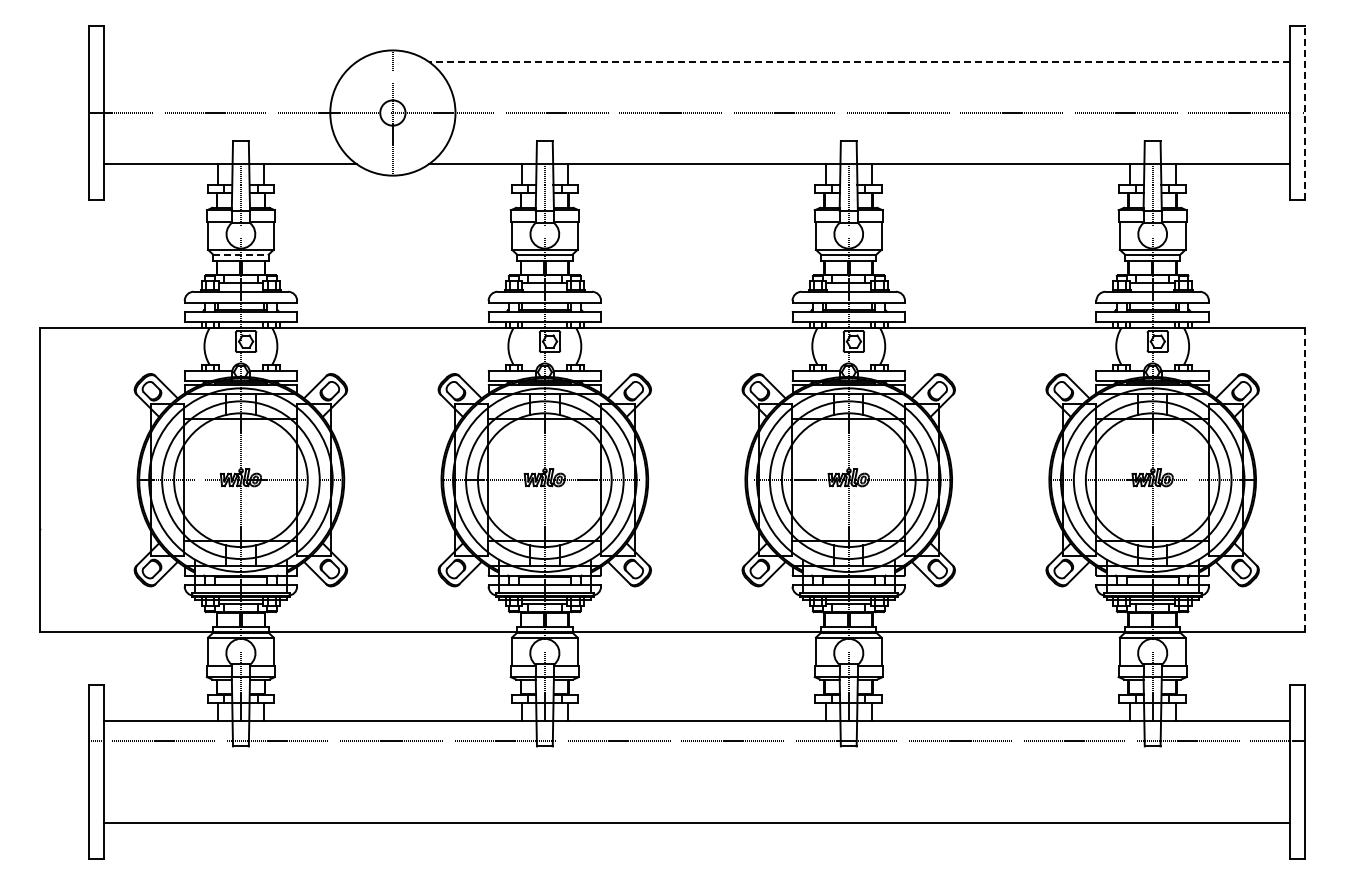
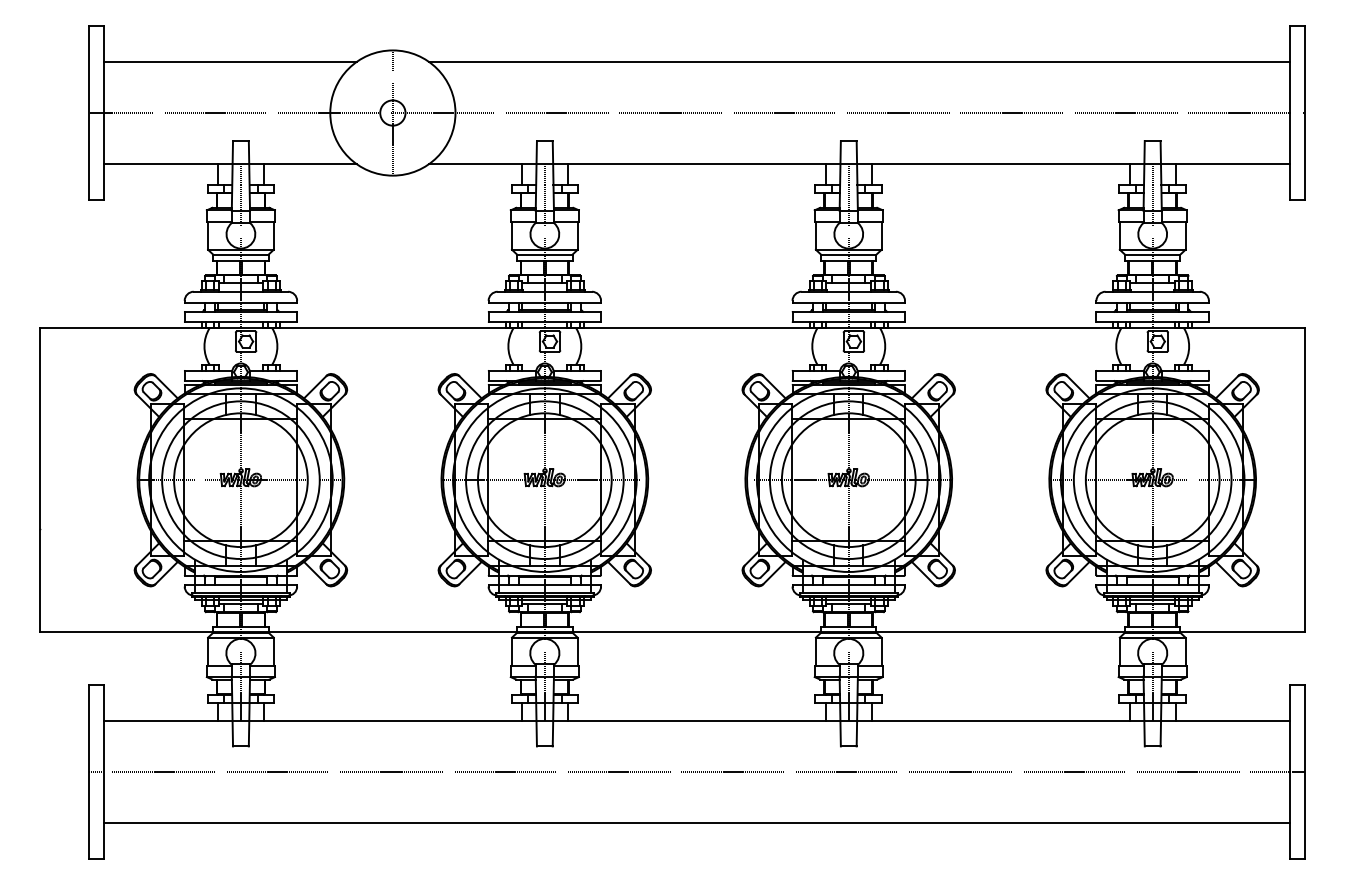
line at (229, 61): none -> present
line at (859, 61): dashed -> solid
line at (1304, 113): dashed -> solid
line at (240, 254): dashed -> solid
line at (1304, 480): dashed -> solid
line at (696, 740) position: (696, 740) -> (696, 771)
